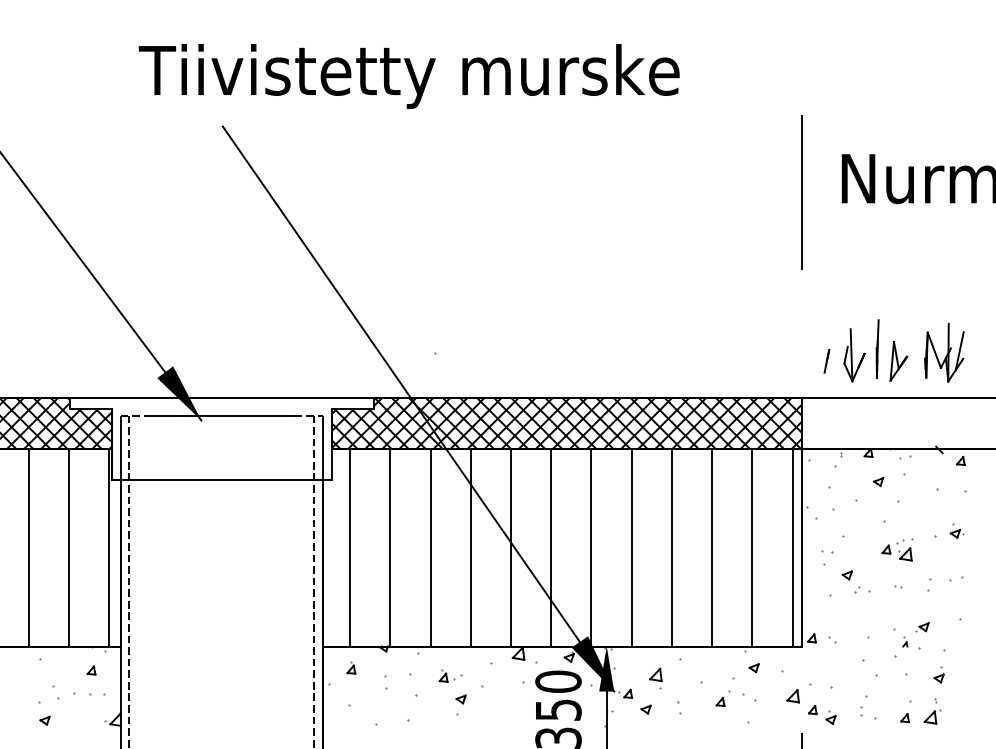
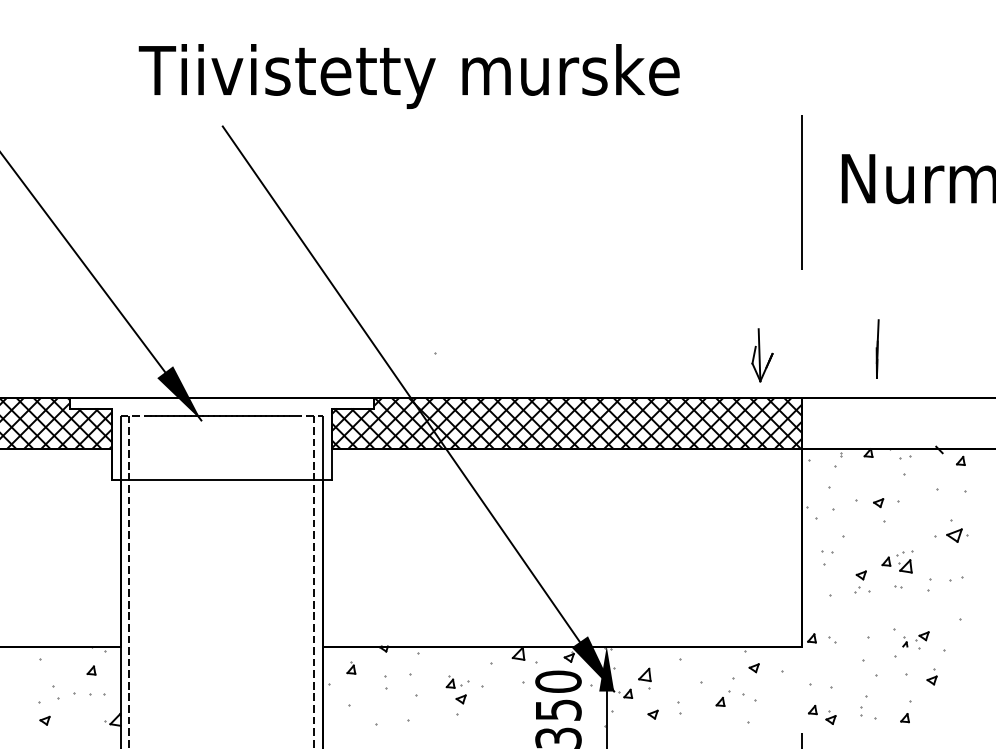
part at (944, 352): present -> none
part at (854, 355) position: (854, 355) -> (762, 355)
line at (826, 361): present -> none
part at (898, 361): present -> none
part at (878, 482) position: (878, 482) -> (878, 503)
part at (956, 530) size: 16x16 px -> 23x24 px
hatch at (68, 547): present -> none
hatch at (571, 547): present -> none
part at (897, 549) position: (897, 549) -> (897, 561)
part at (846, 575) position: (846, 575) -> (860, 575)
part at (922, 627) position: (922, 627) -> (922, 636)
part at (938, 674) position: (938, 674) -> (931, 676)
part at (450, 675) position: (450, 675) -> (457, 681)
part at (655, 678) position: (655, 678) -> (644, 678)
part at (792, 696): present -> none
part at (645, 709) position: (645, 709) -> (652, 714)
part at (932, 711): present -> none
